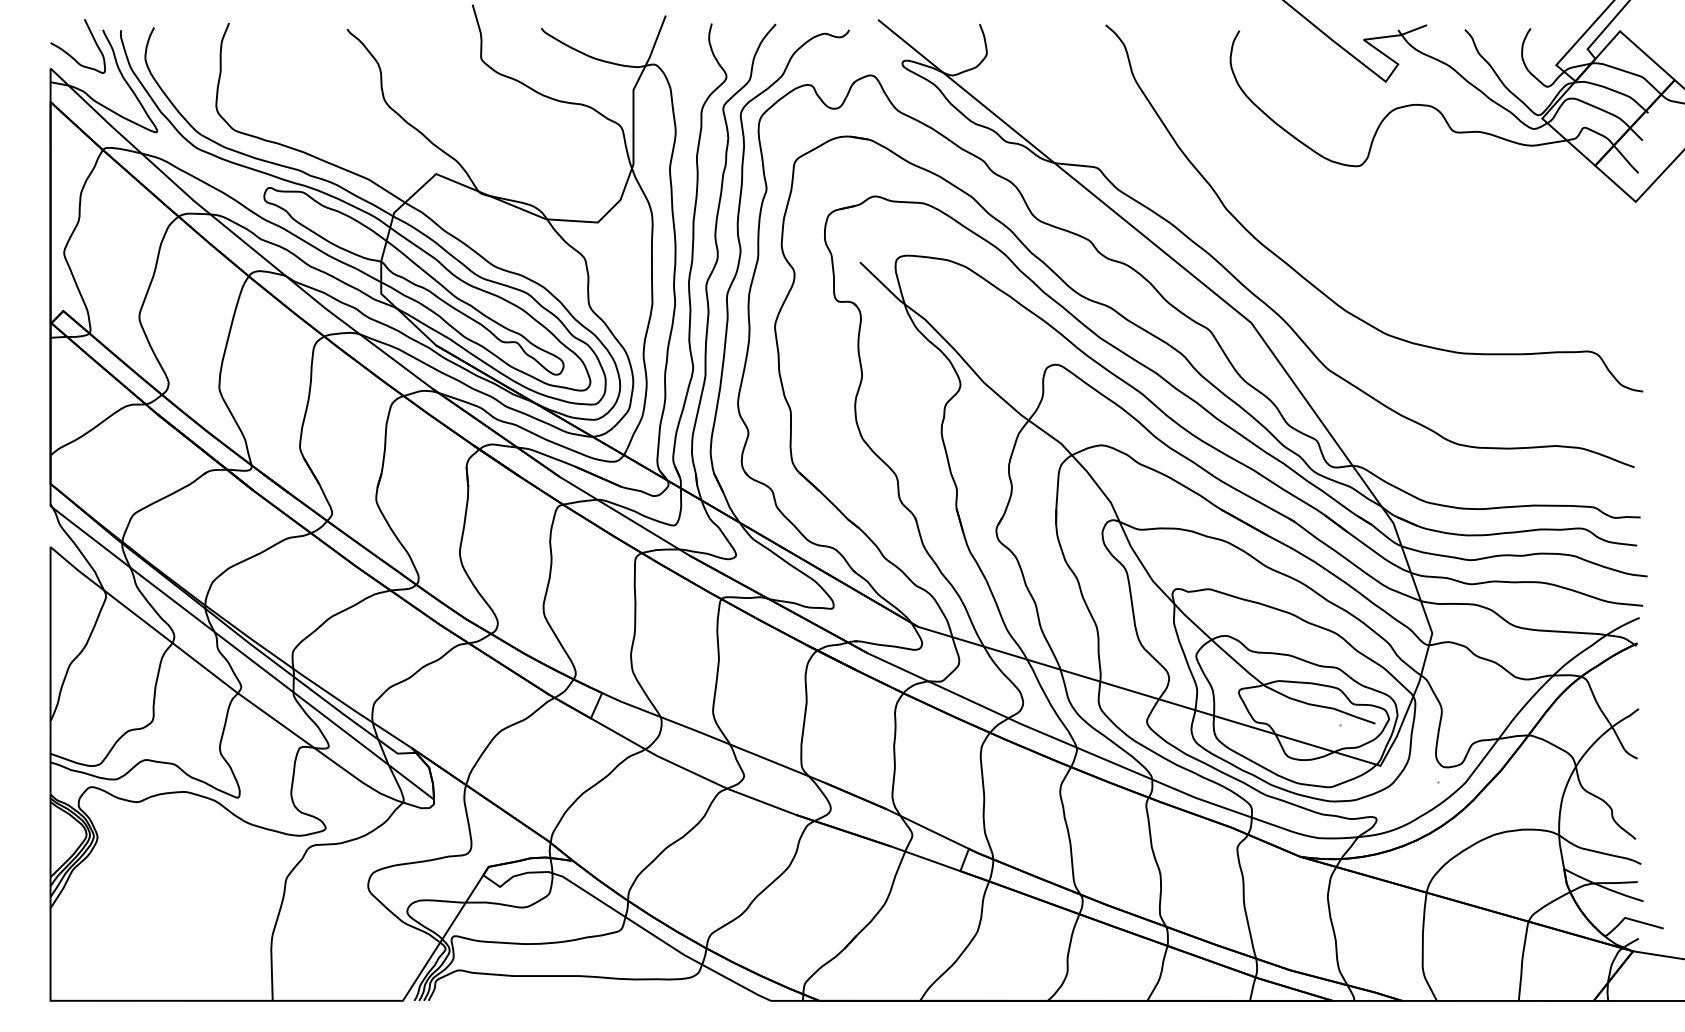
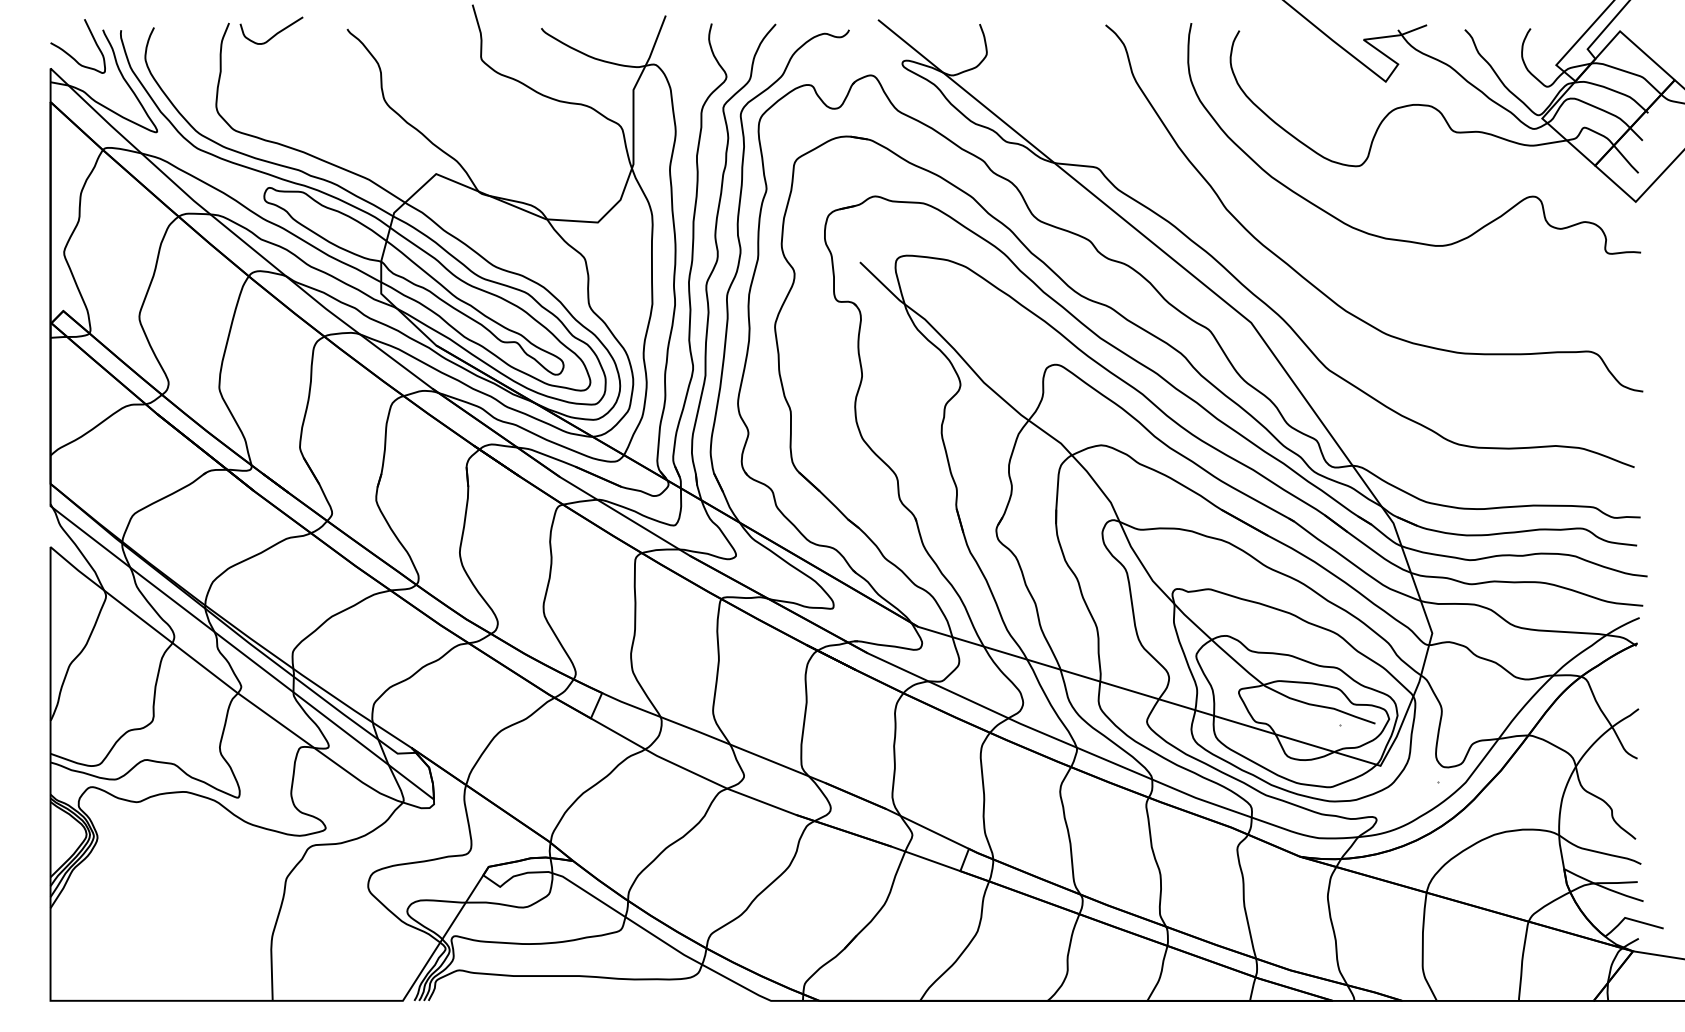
curve at (275, 33): none -> present
curve at (1402, 239): none -> present
